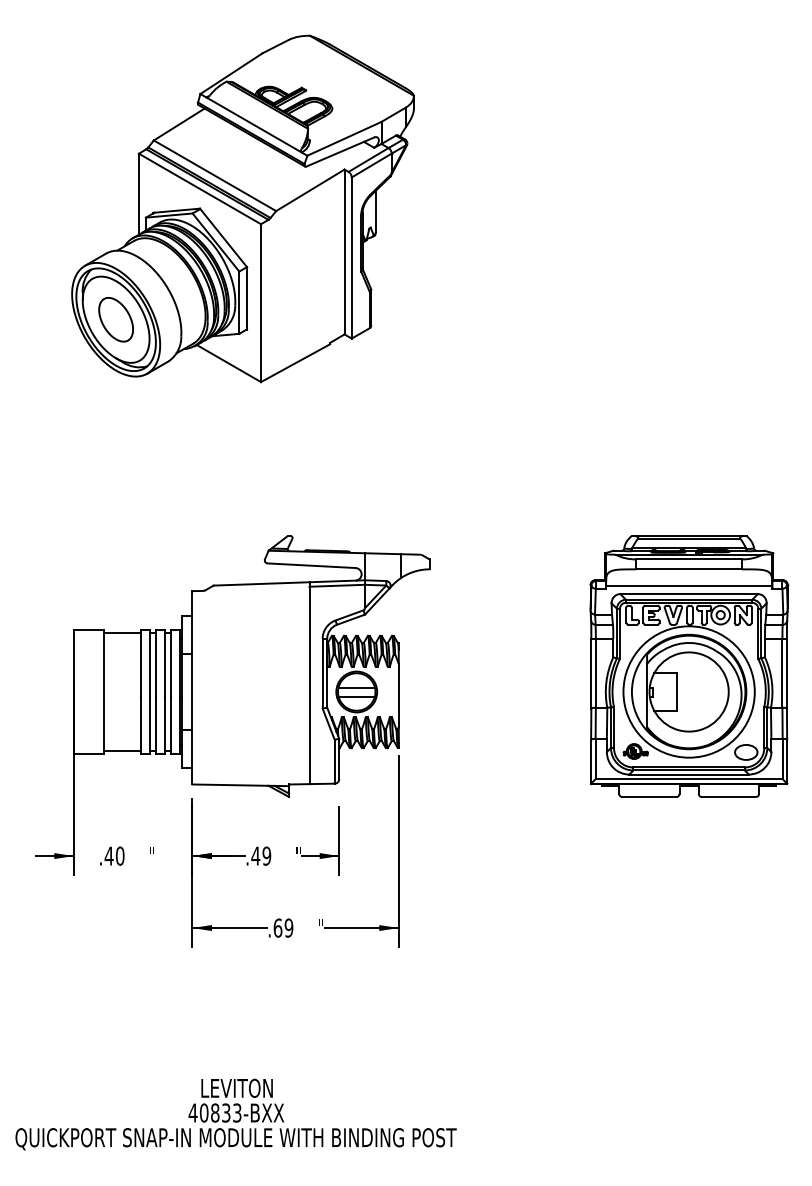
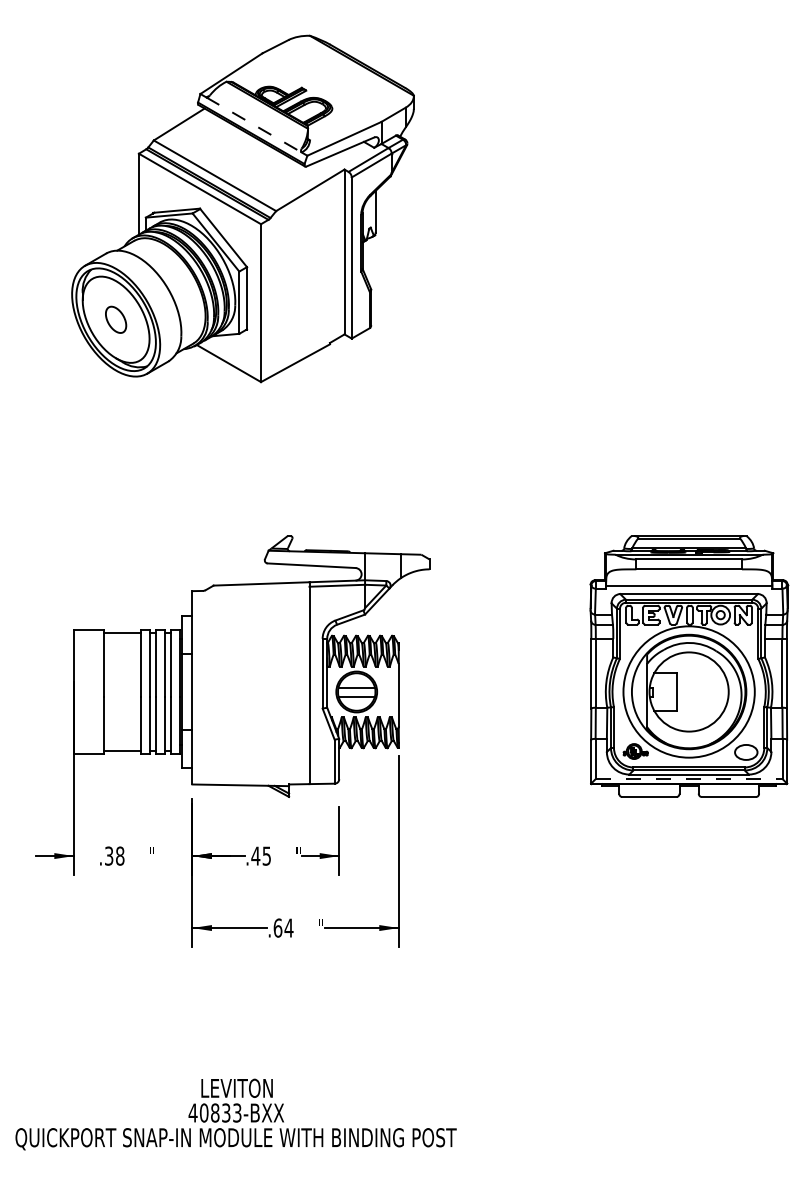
line at (254, 125): solid -> dashed
part at (115, 319) size: 36x46 px -> 23x29 px
line at (689, 779): solid -> dashed
text at (114, 855): .40 -> .38
text at (266, 855): .49 -> .45
text at (288, 927): .69 -> .64
